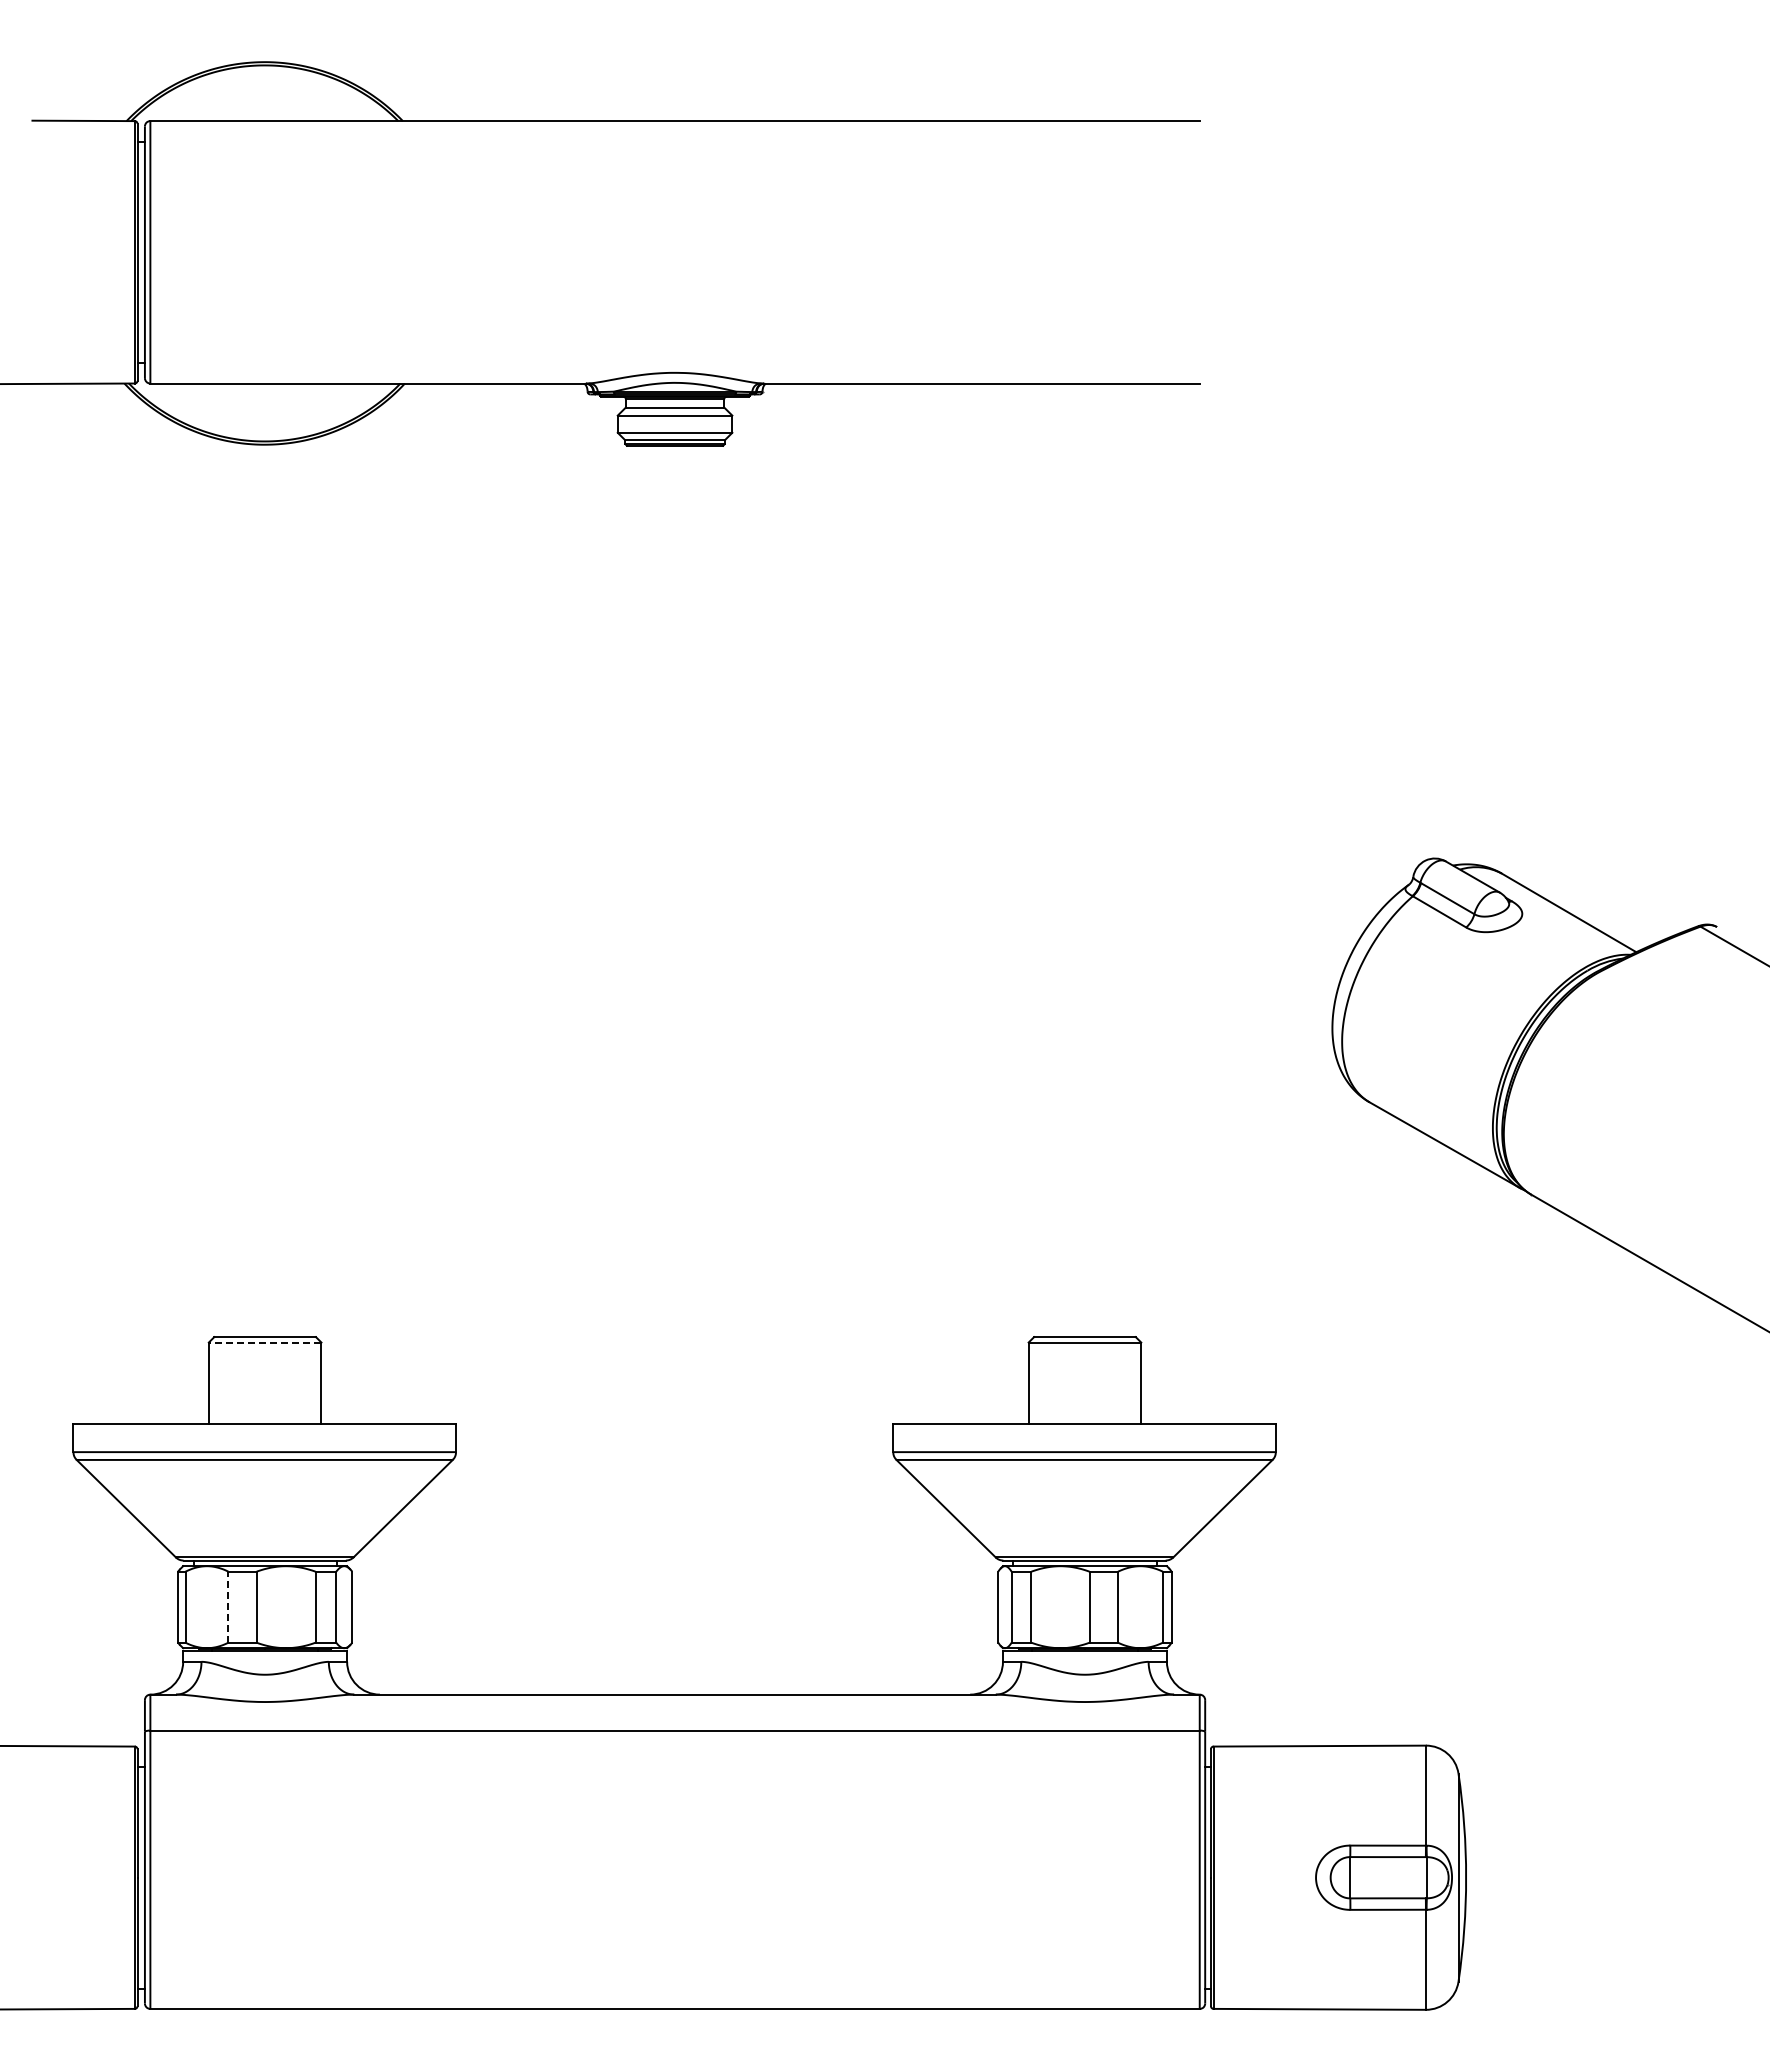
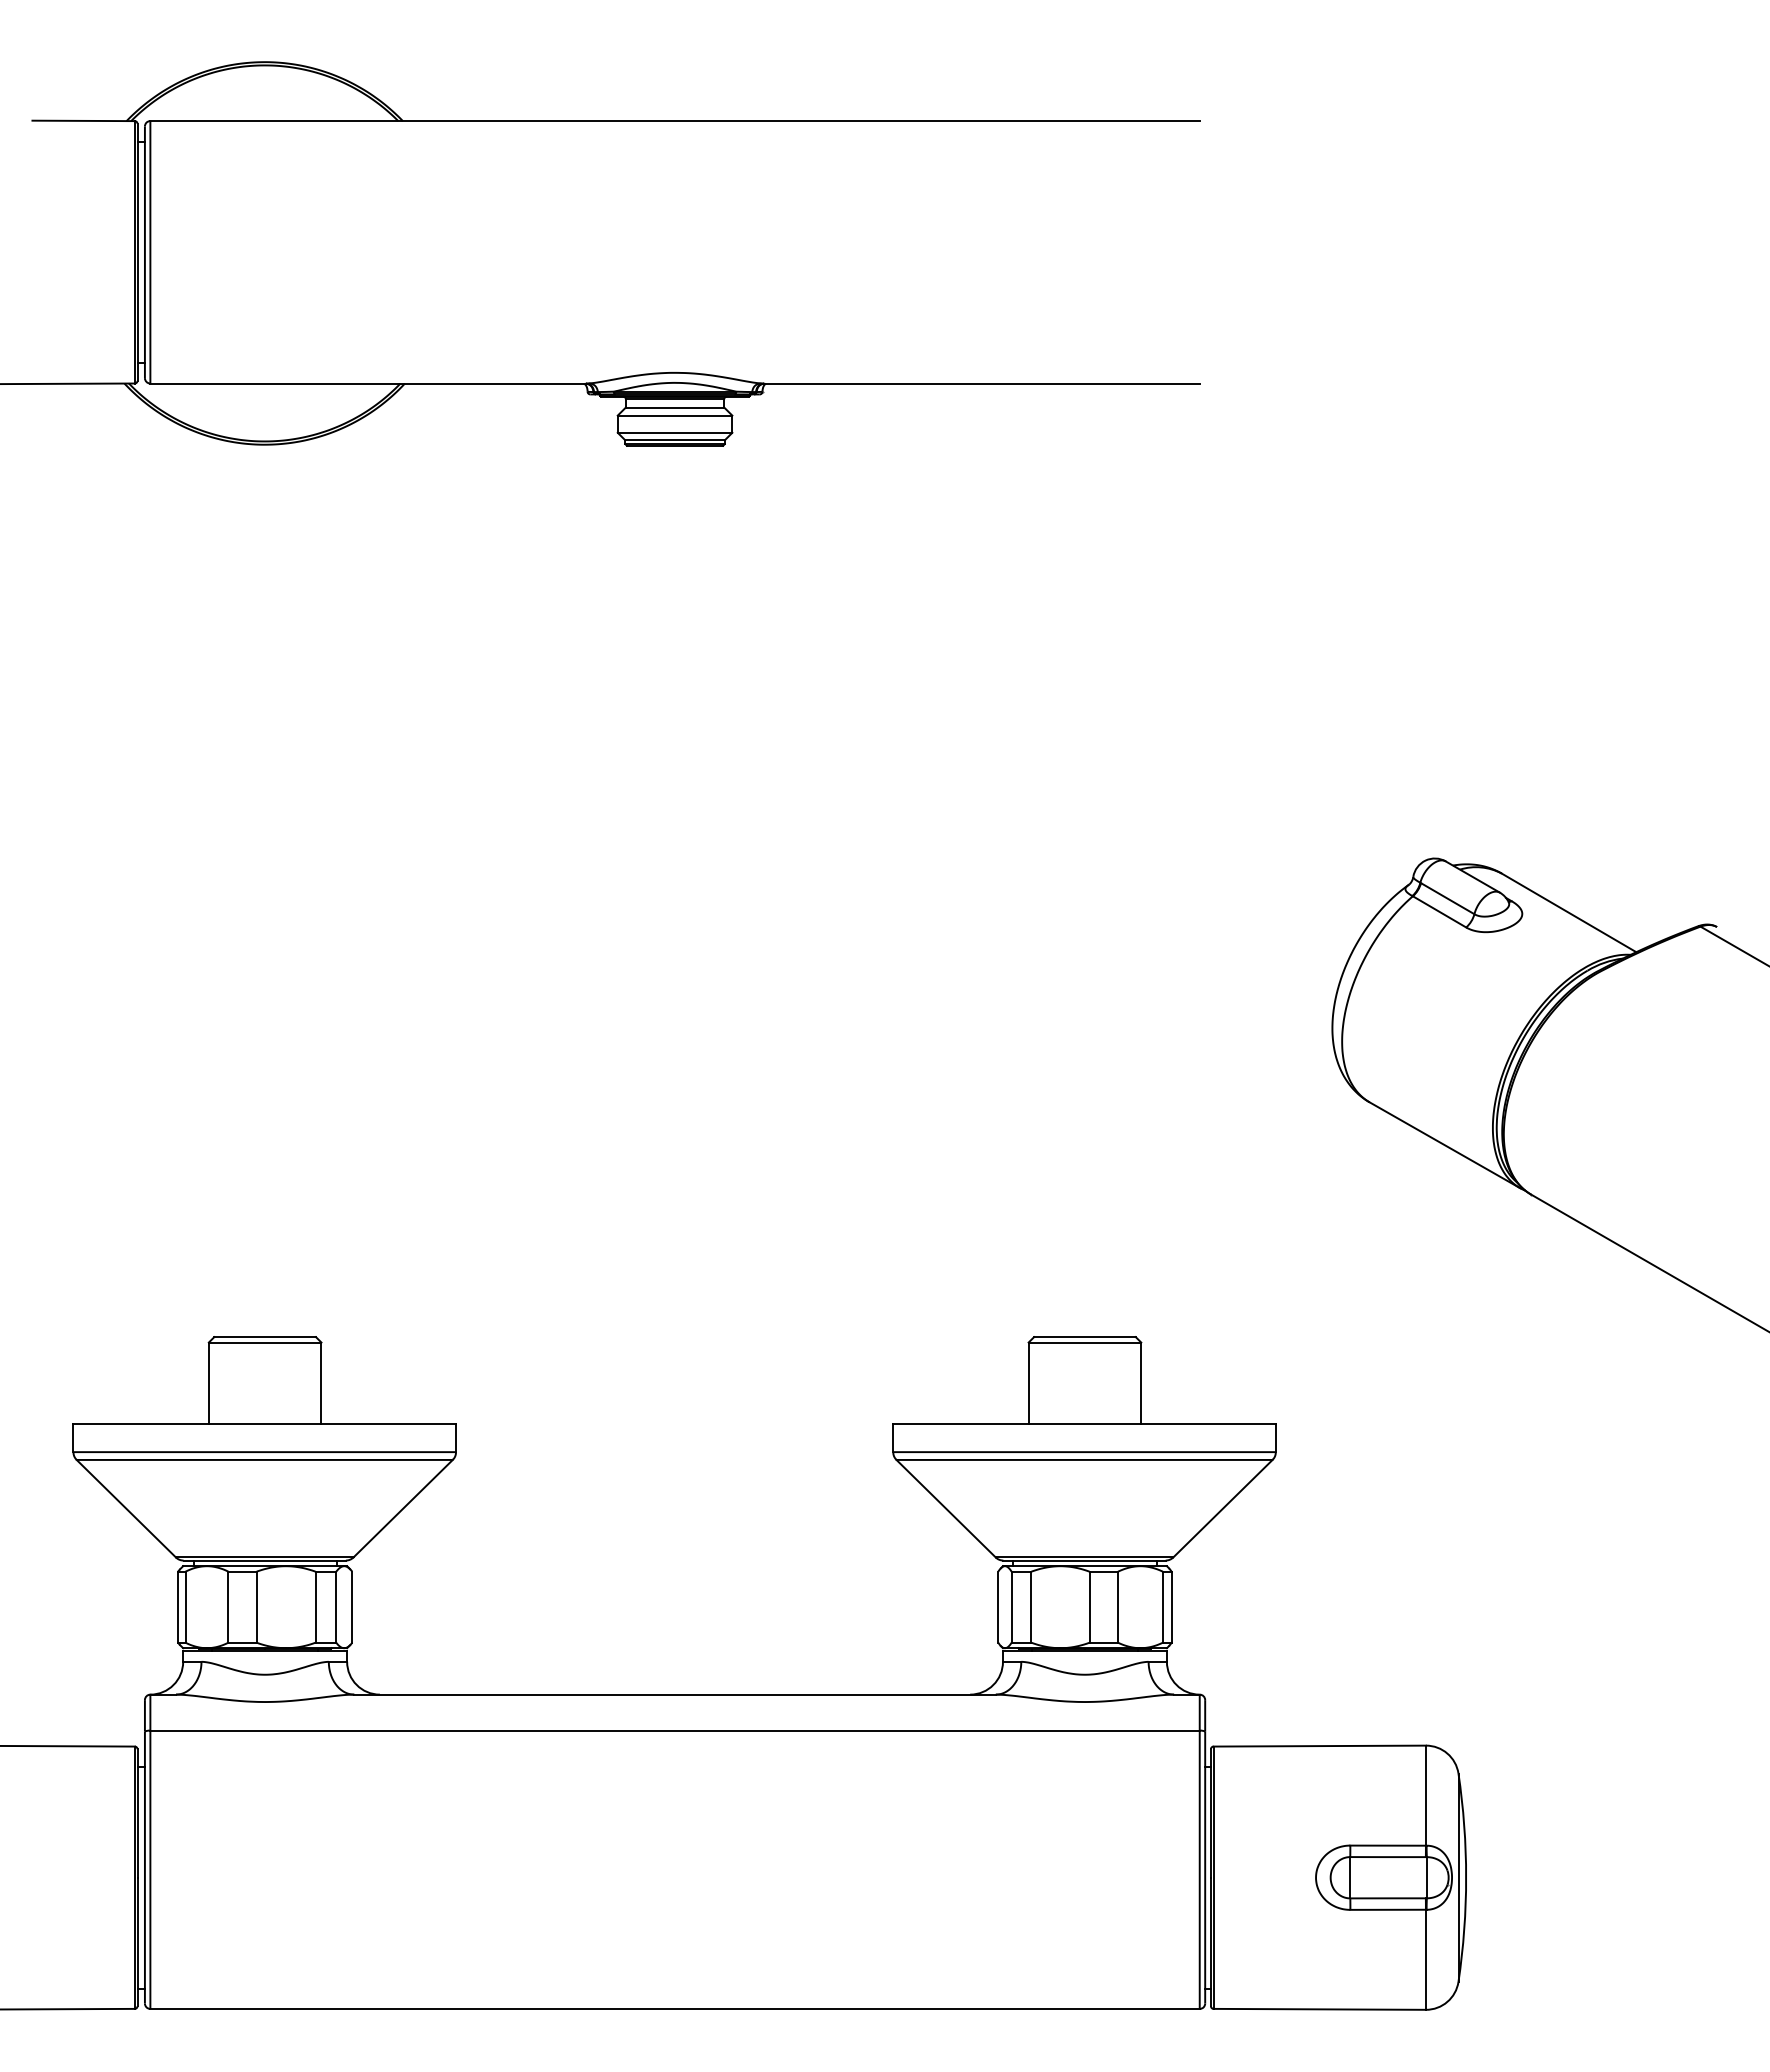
line at (264, 1342): dashed -> solid
line at (228, 1607): dashed -> solid
